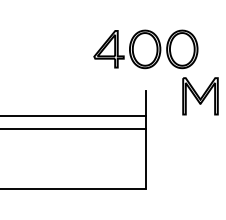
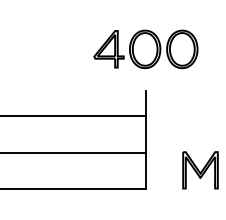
part at (200, 96) position: (200, 96) -> (200, 170)
line at (74, 128) position: (74, 128) -> (74, 152)
